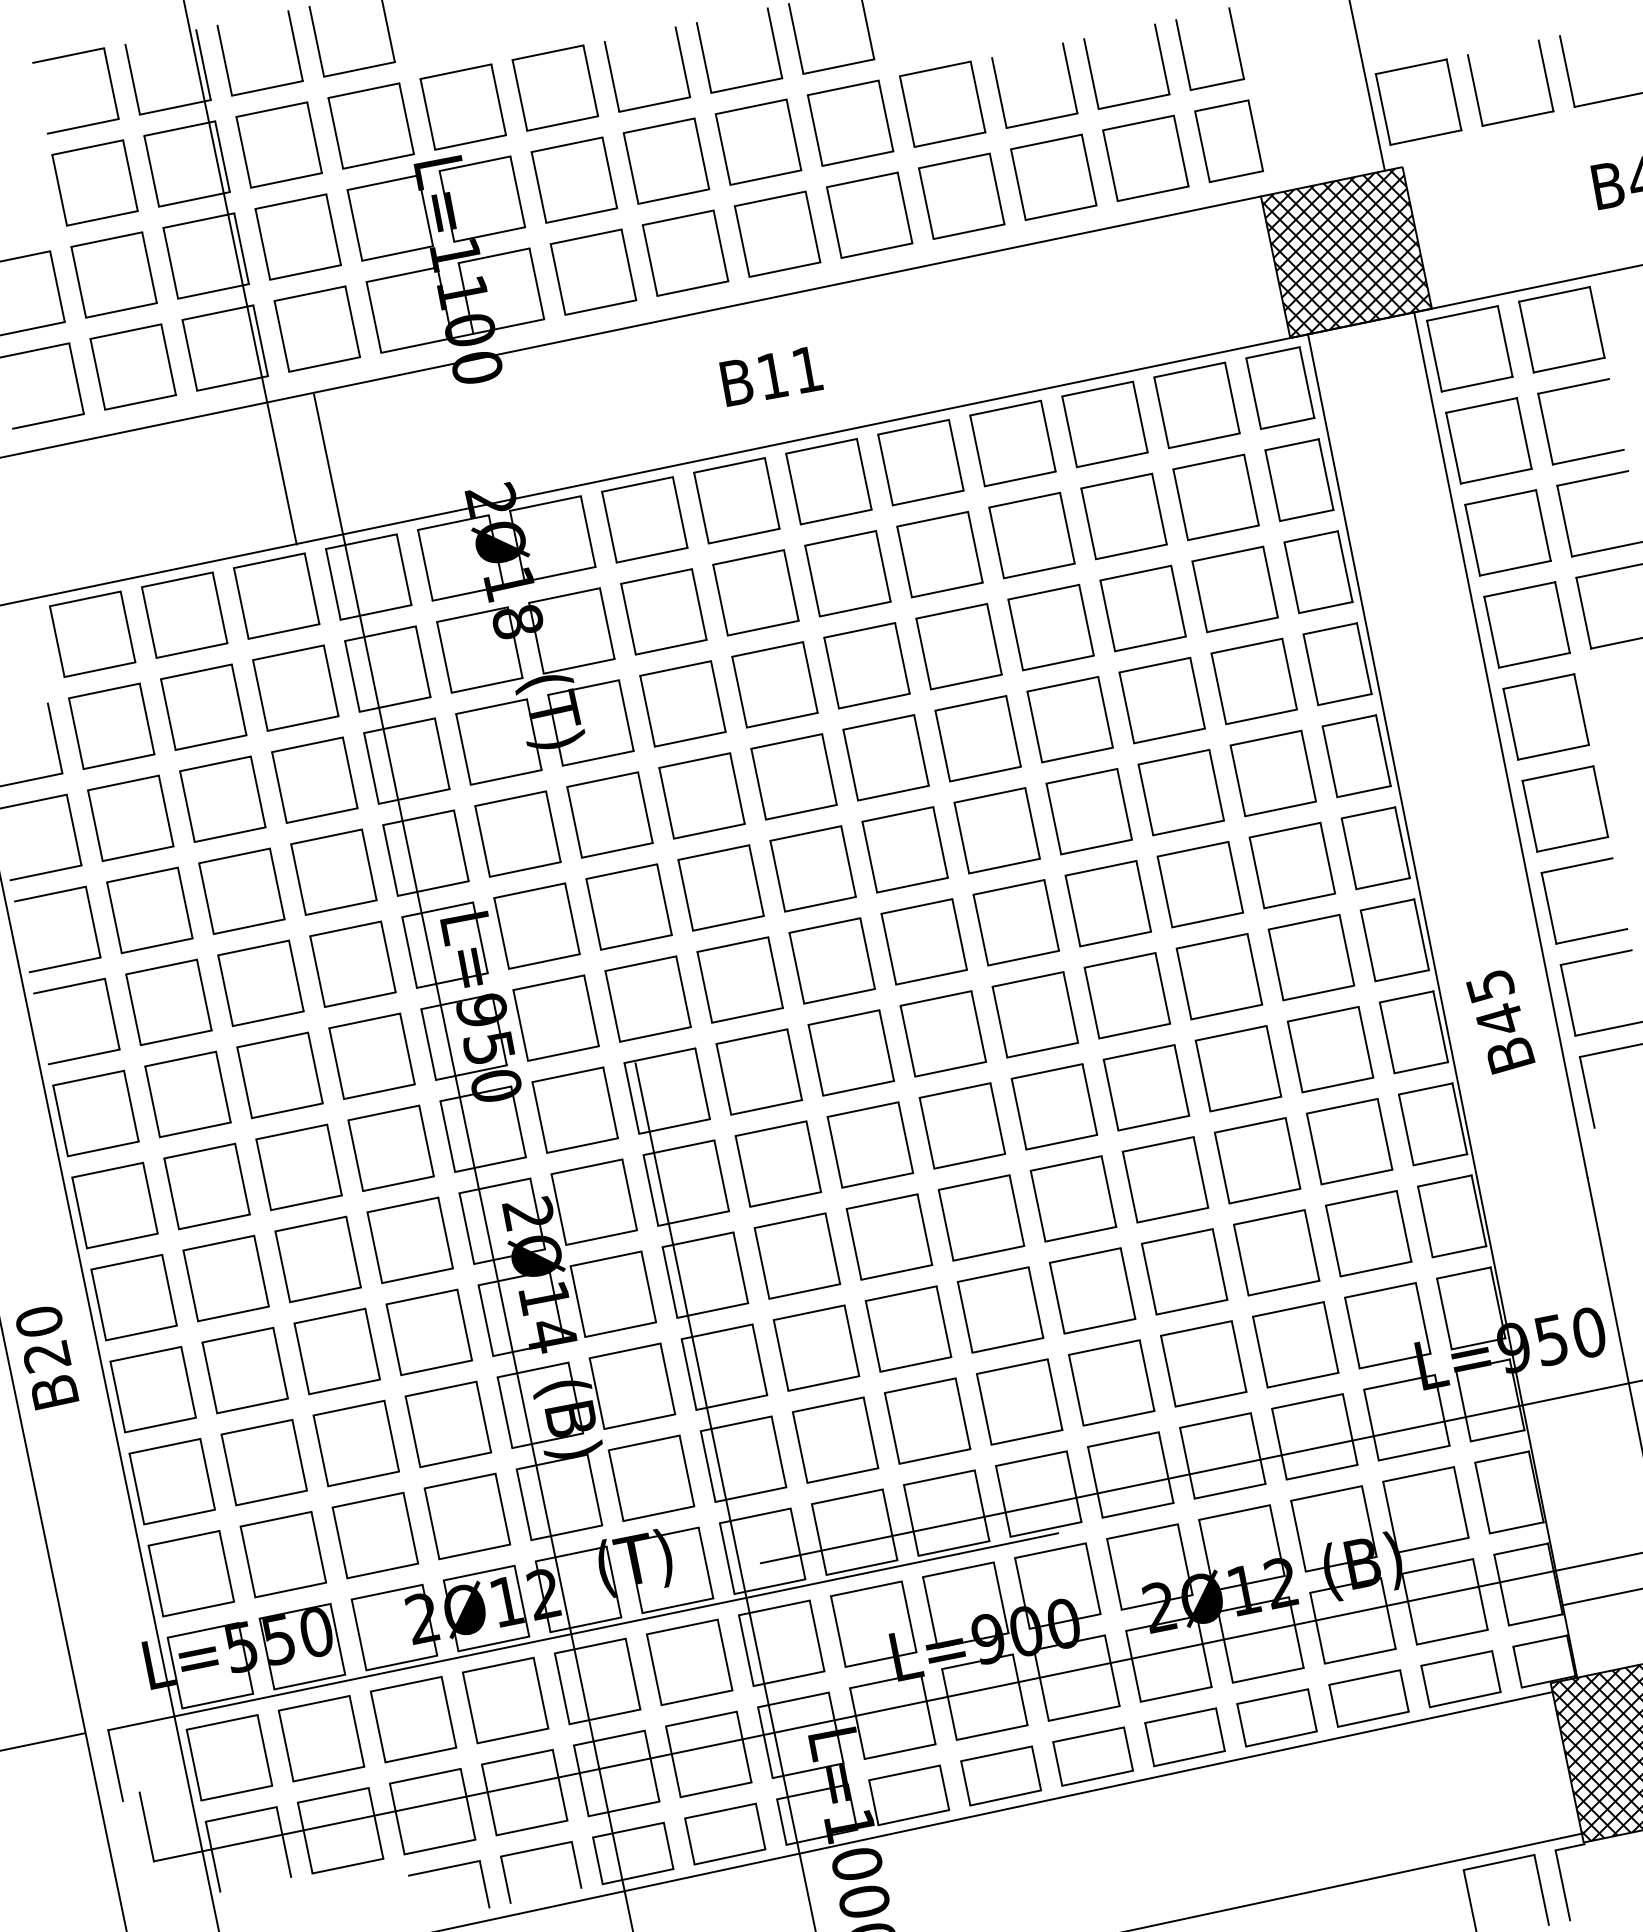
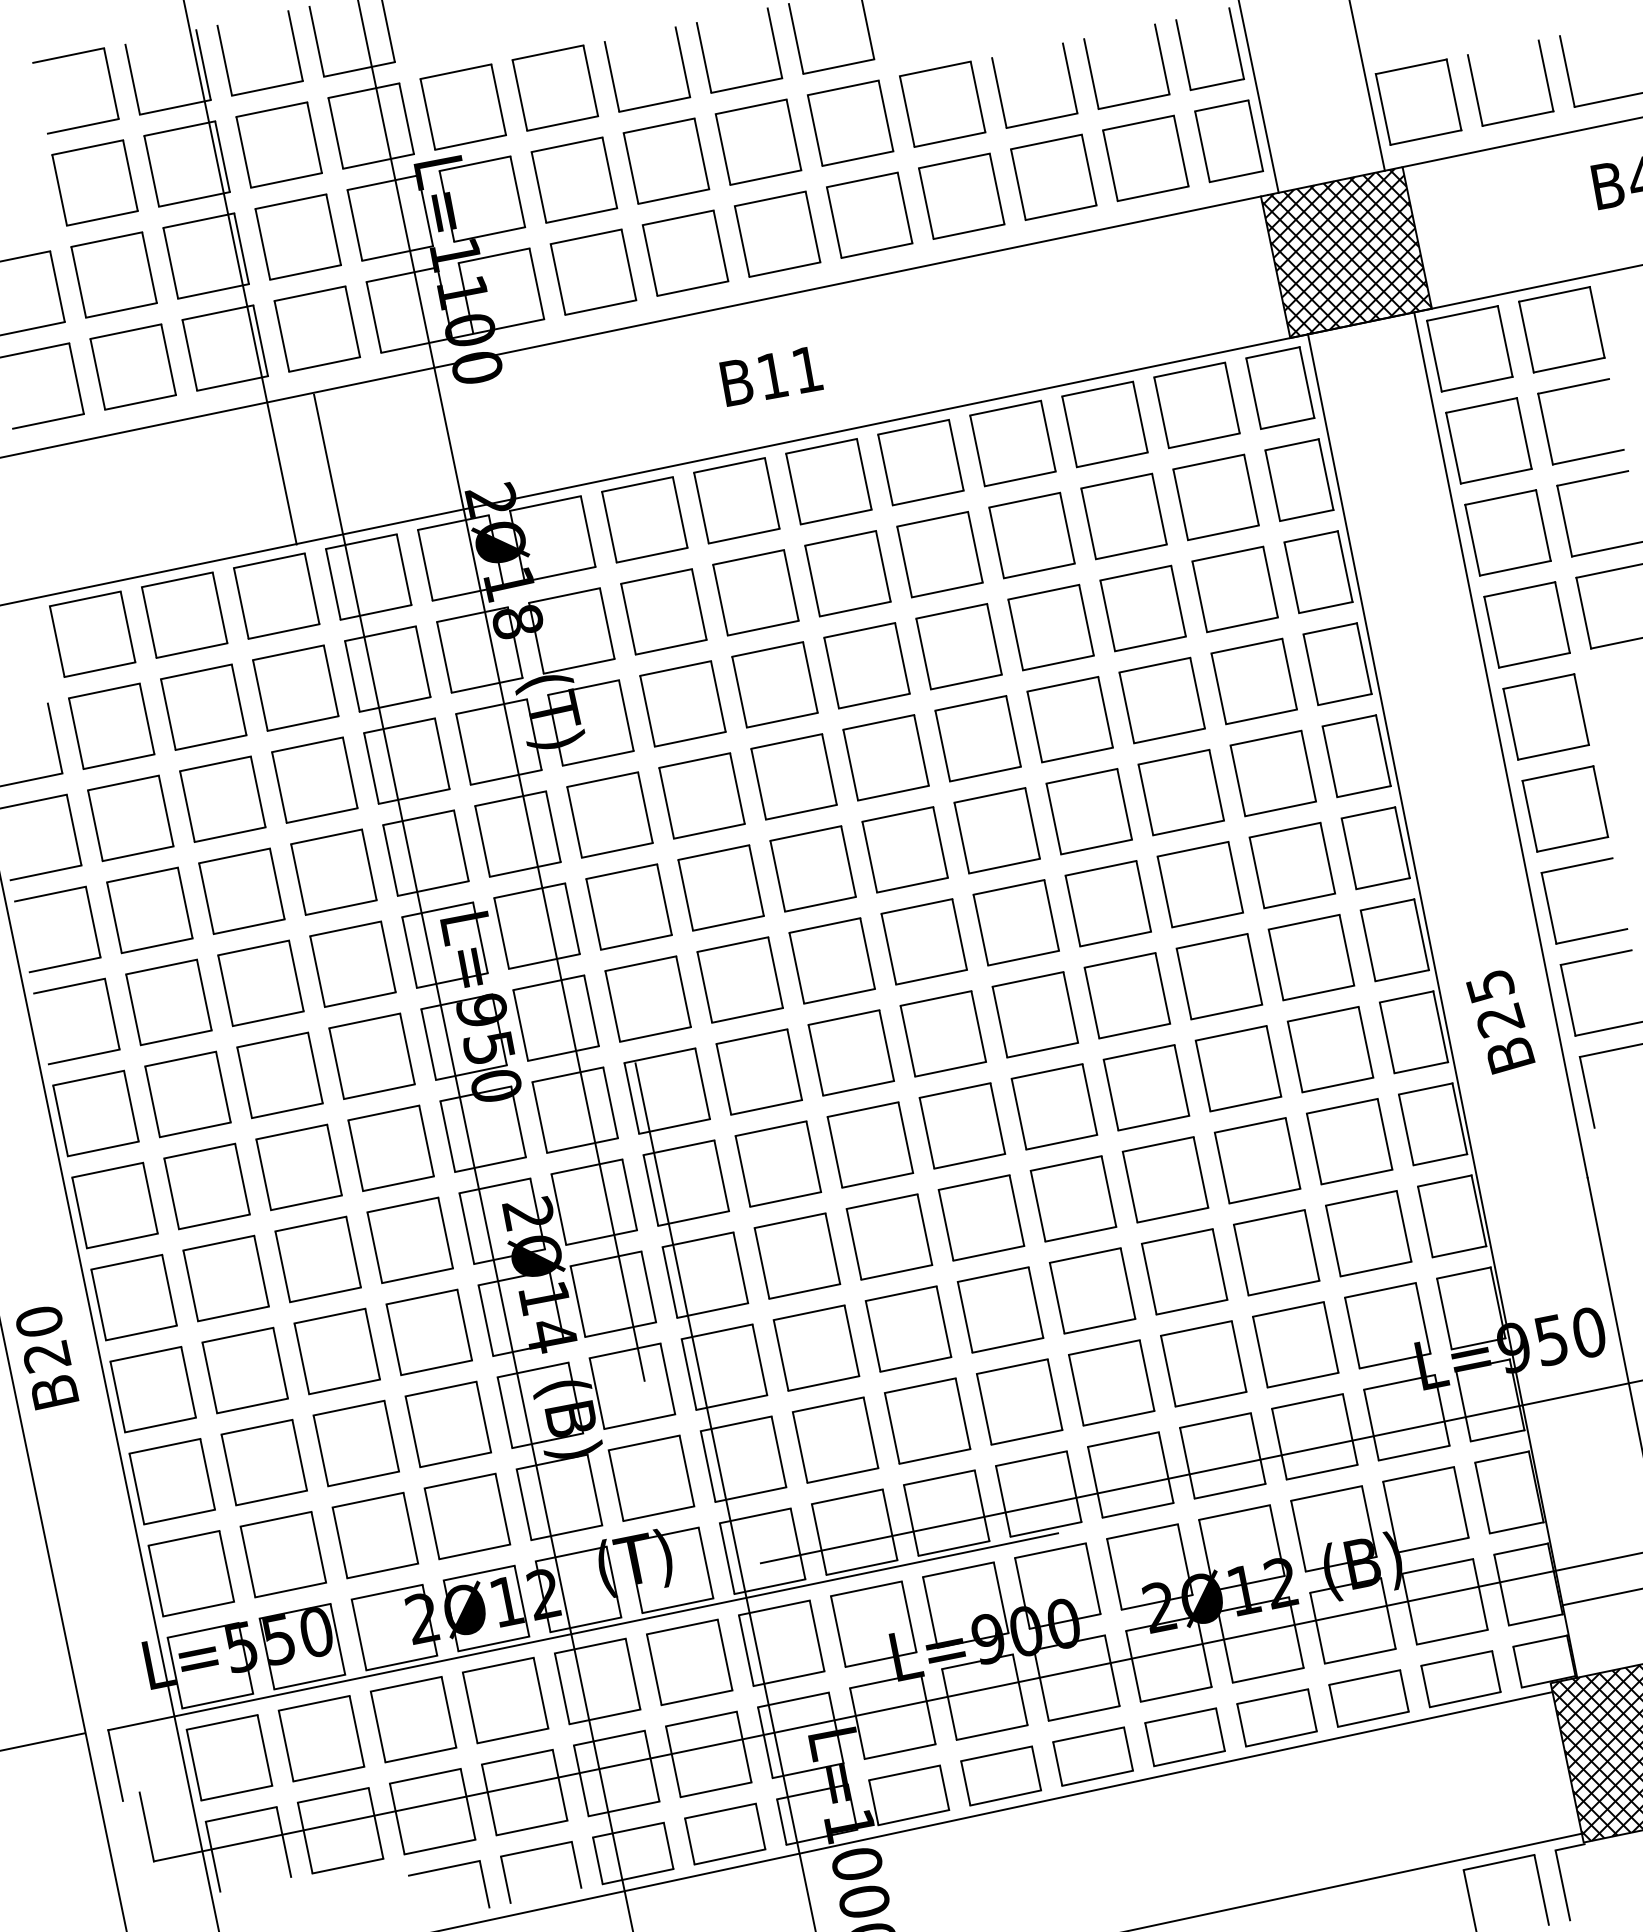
line at (1258, 97): none -> present
line at (1520, 142): none -> present
line at (501, 691): none -> present
text at (1500, 1020): B45 -> B25
